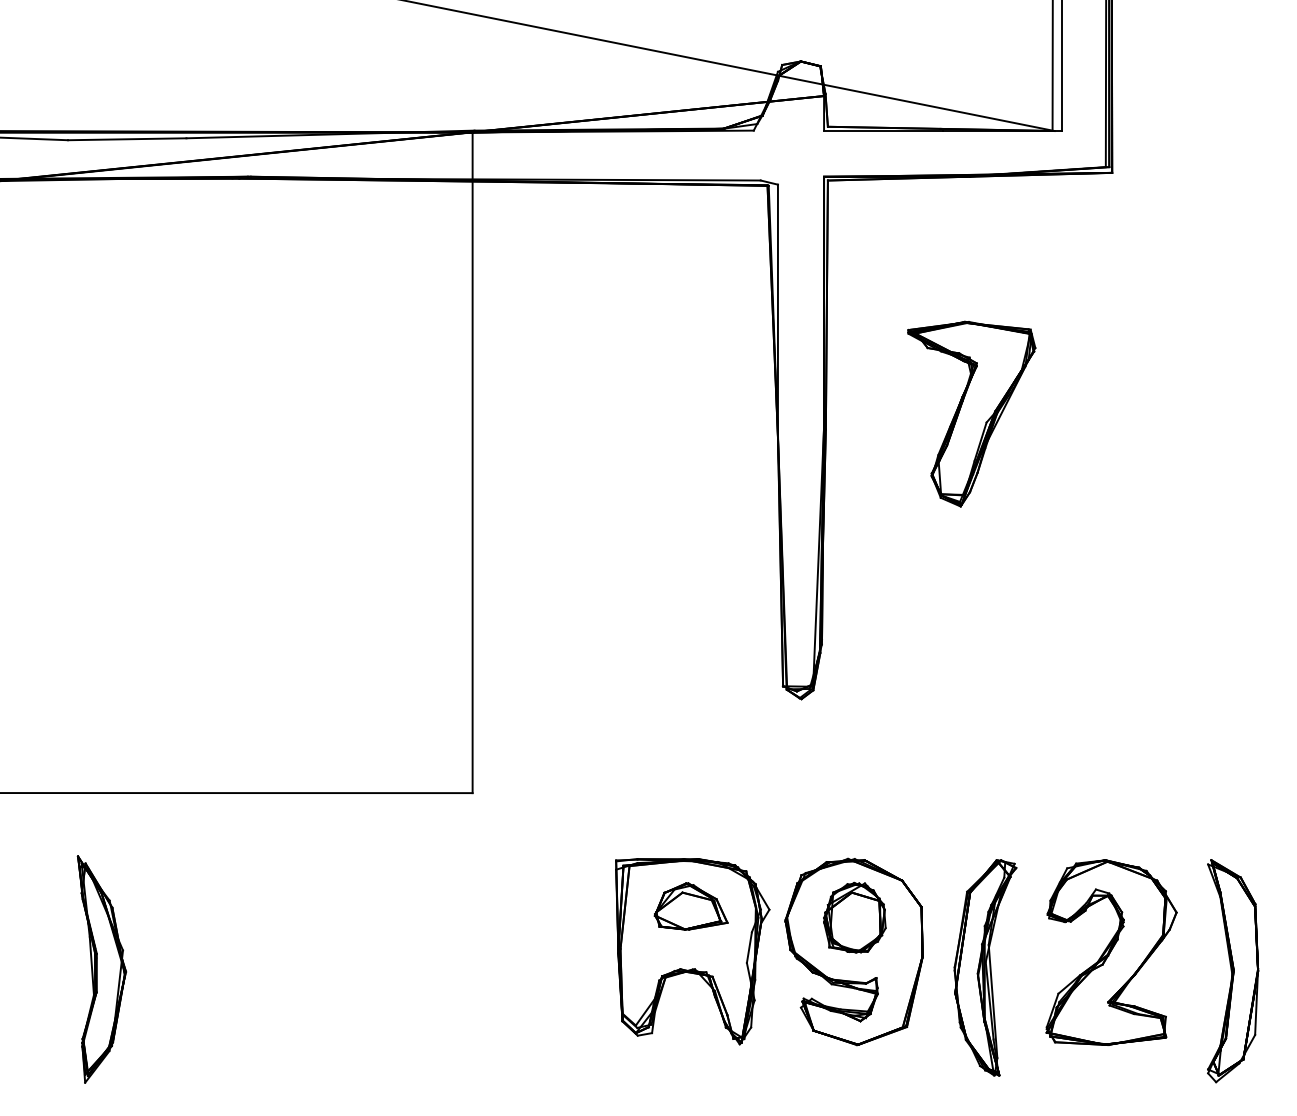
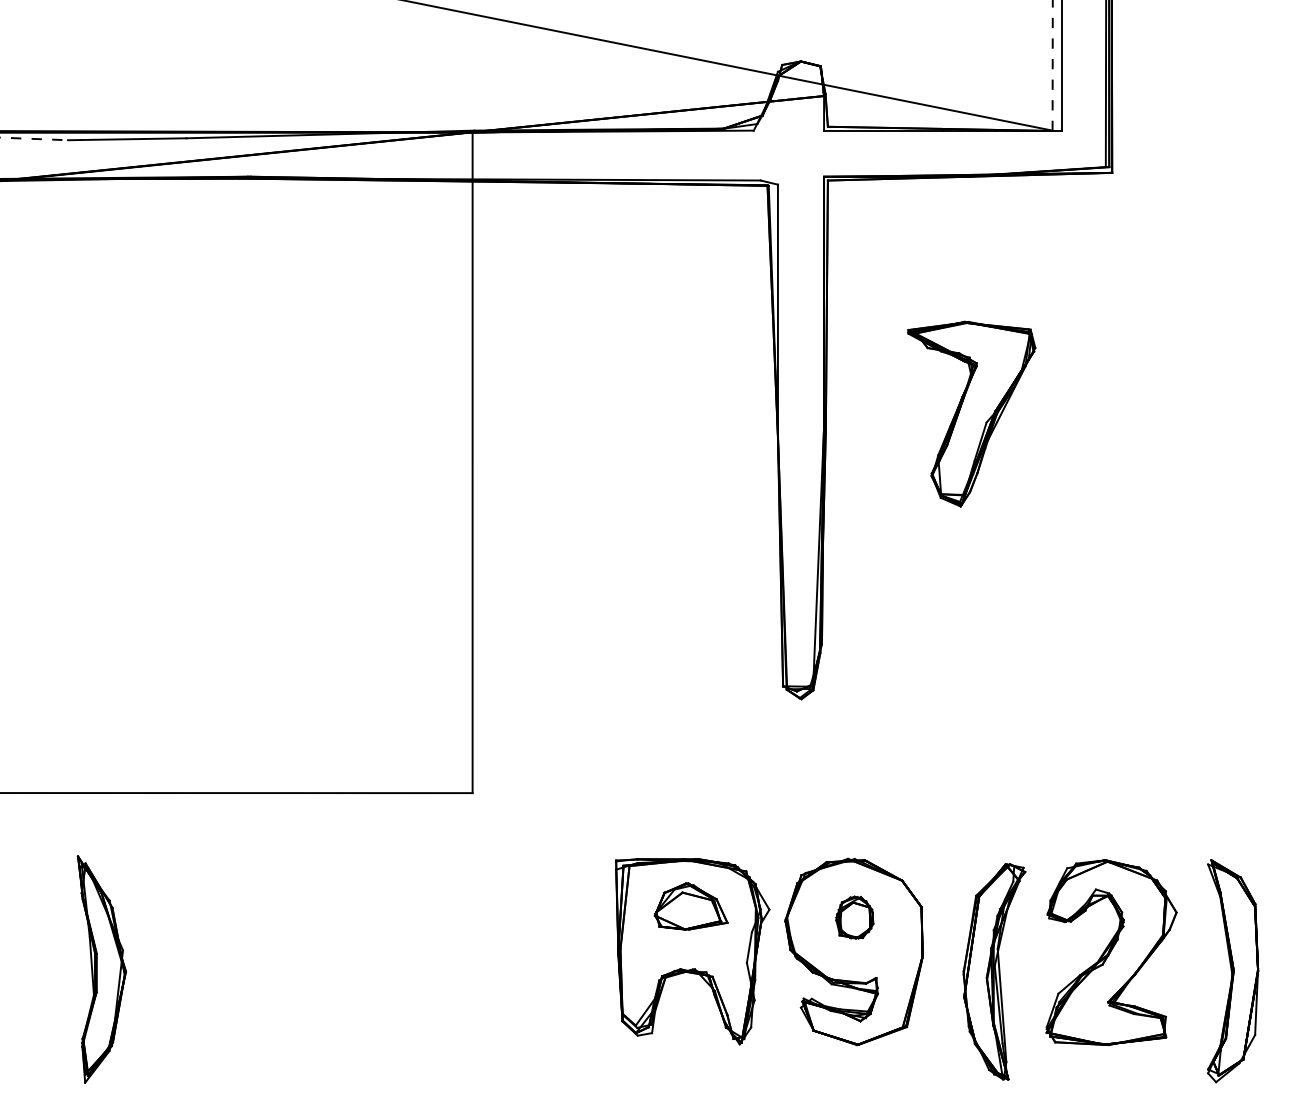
line at (1052, 65): solid -> dashed
line at (34, 138): solid -> dashed
part at (854, 917) size: 64x73 px -> 40x45 px
part at (985, 967) position: (985, 967) -> (994, 971)
